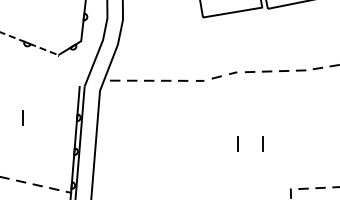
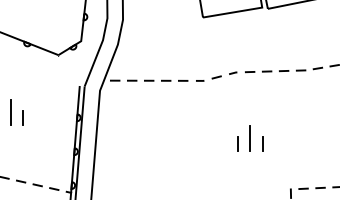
line at (29, 43): dashed -> solid
line at (10, 112): none -> present
line at (250, 138): none -> present
